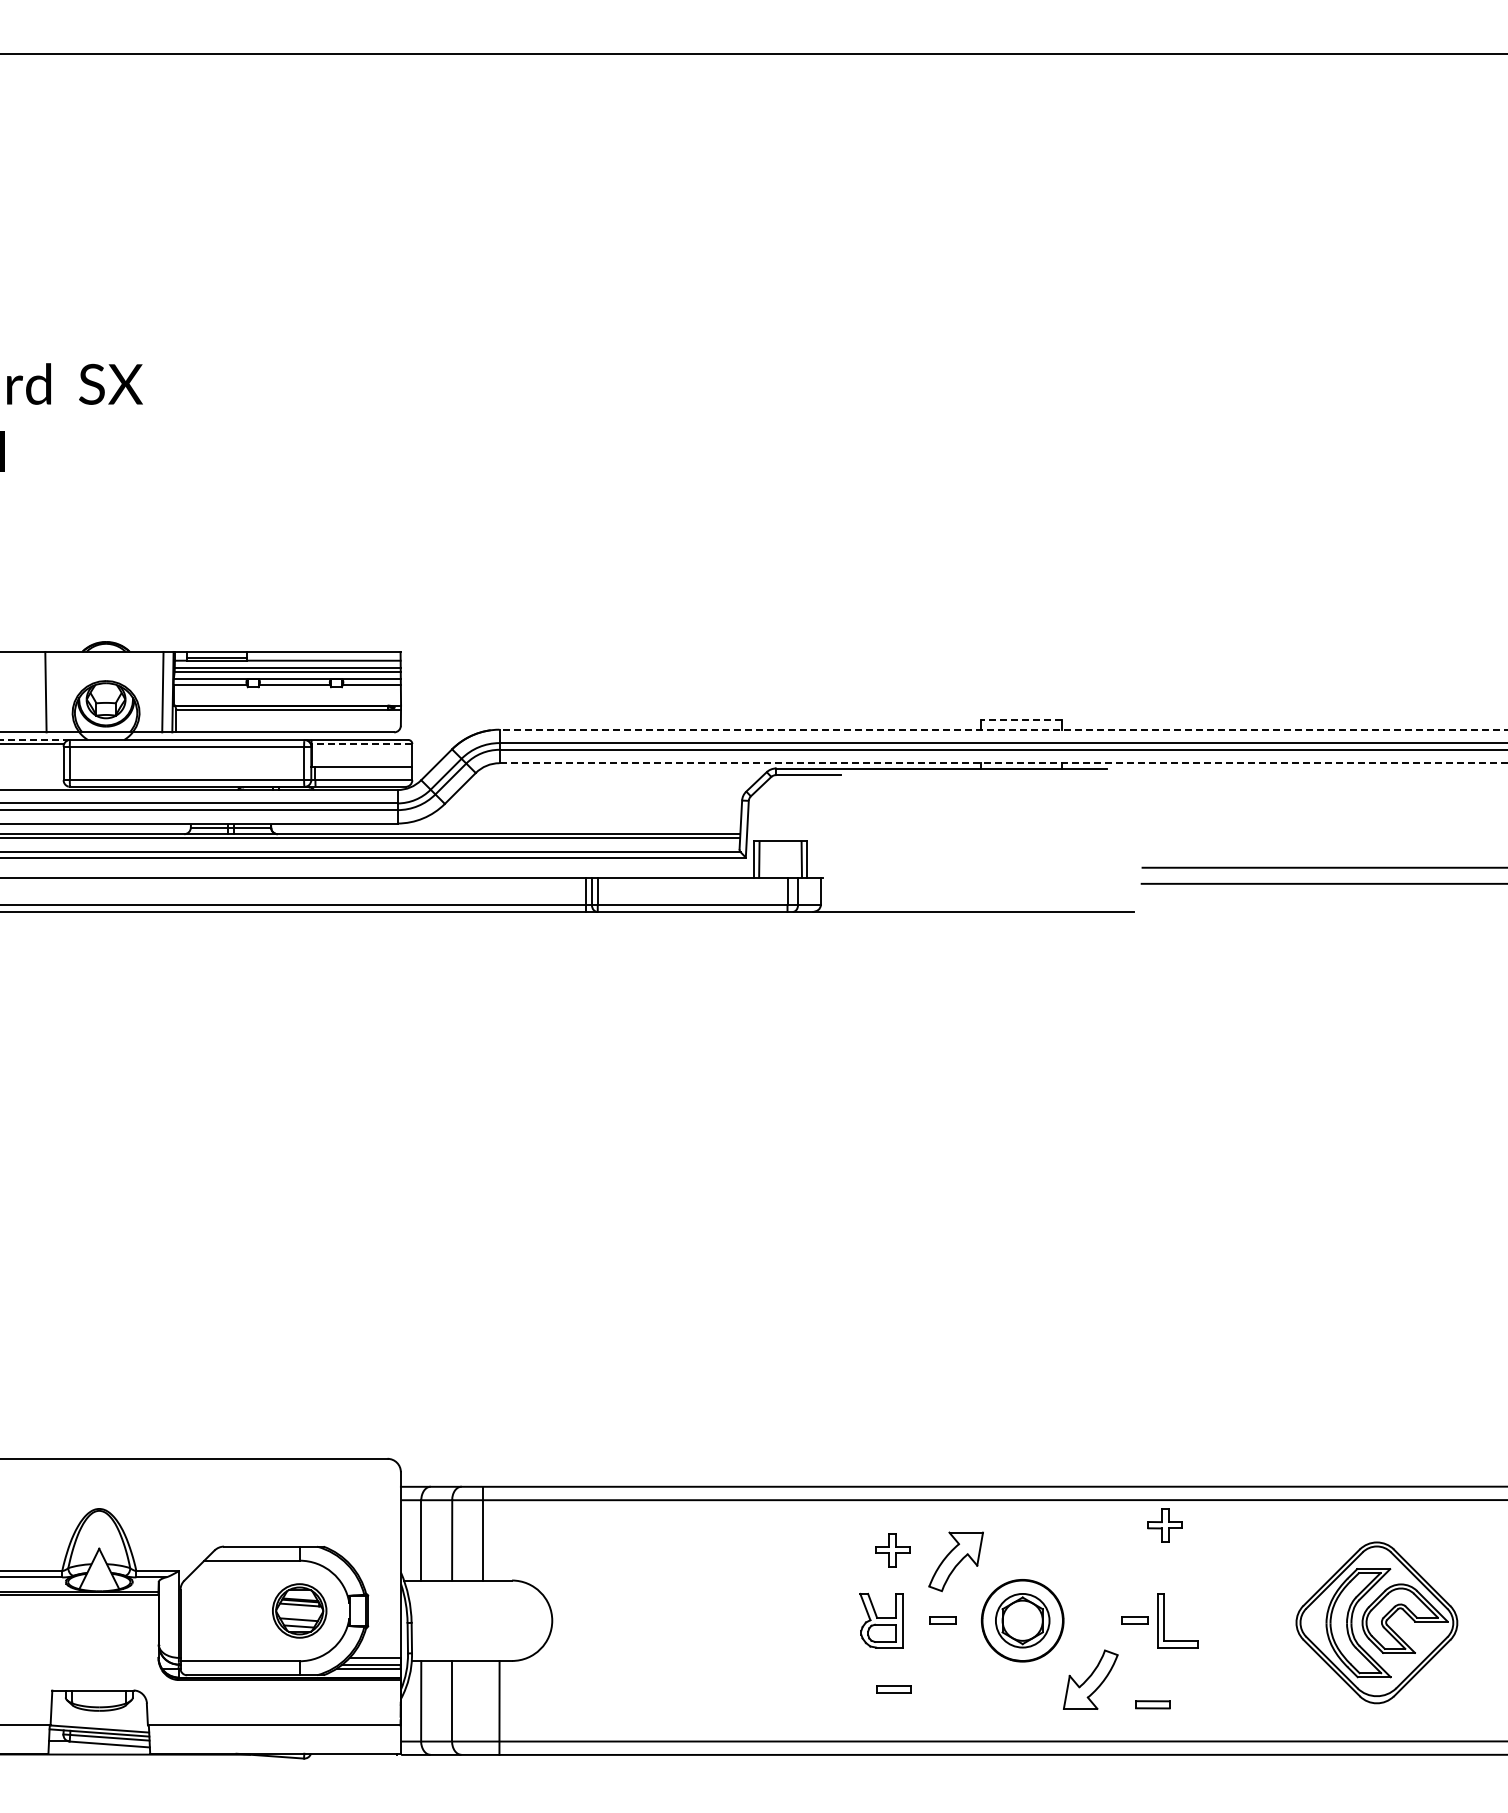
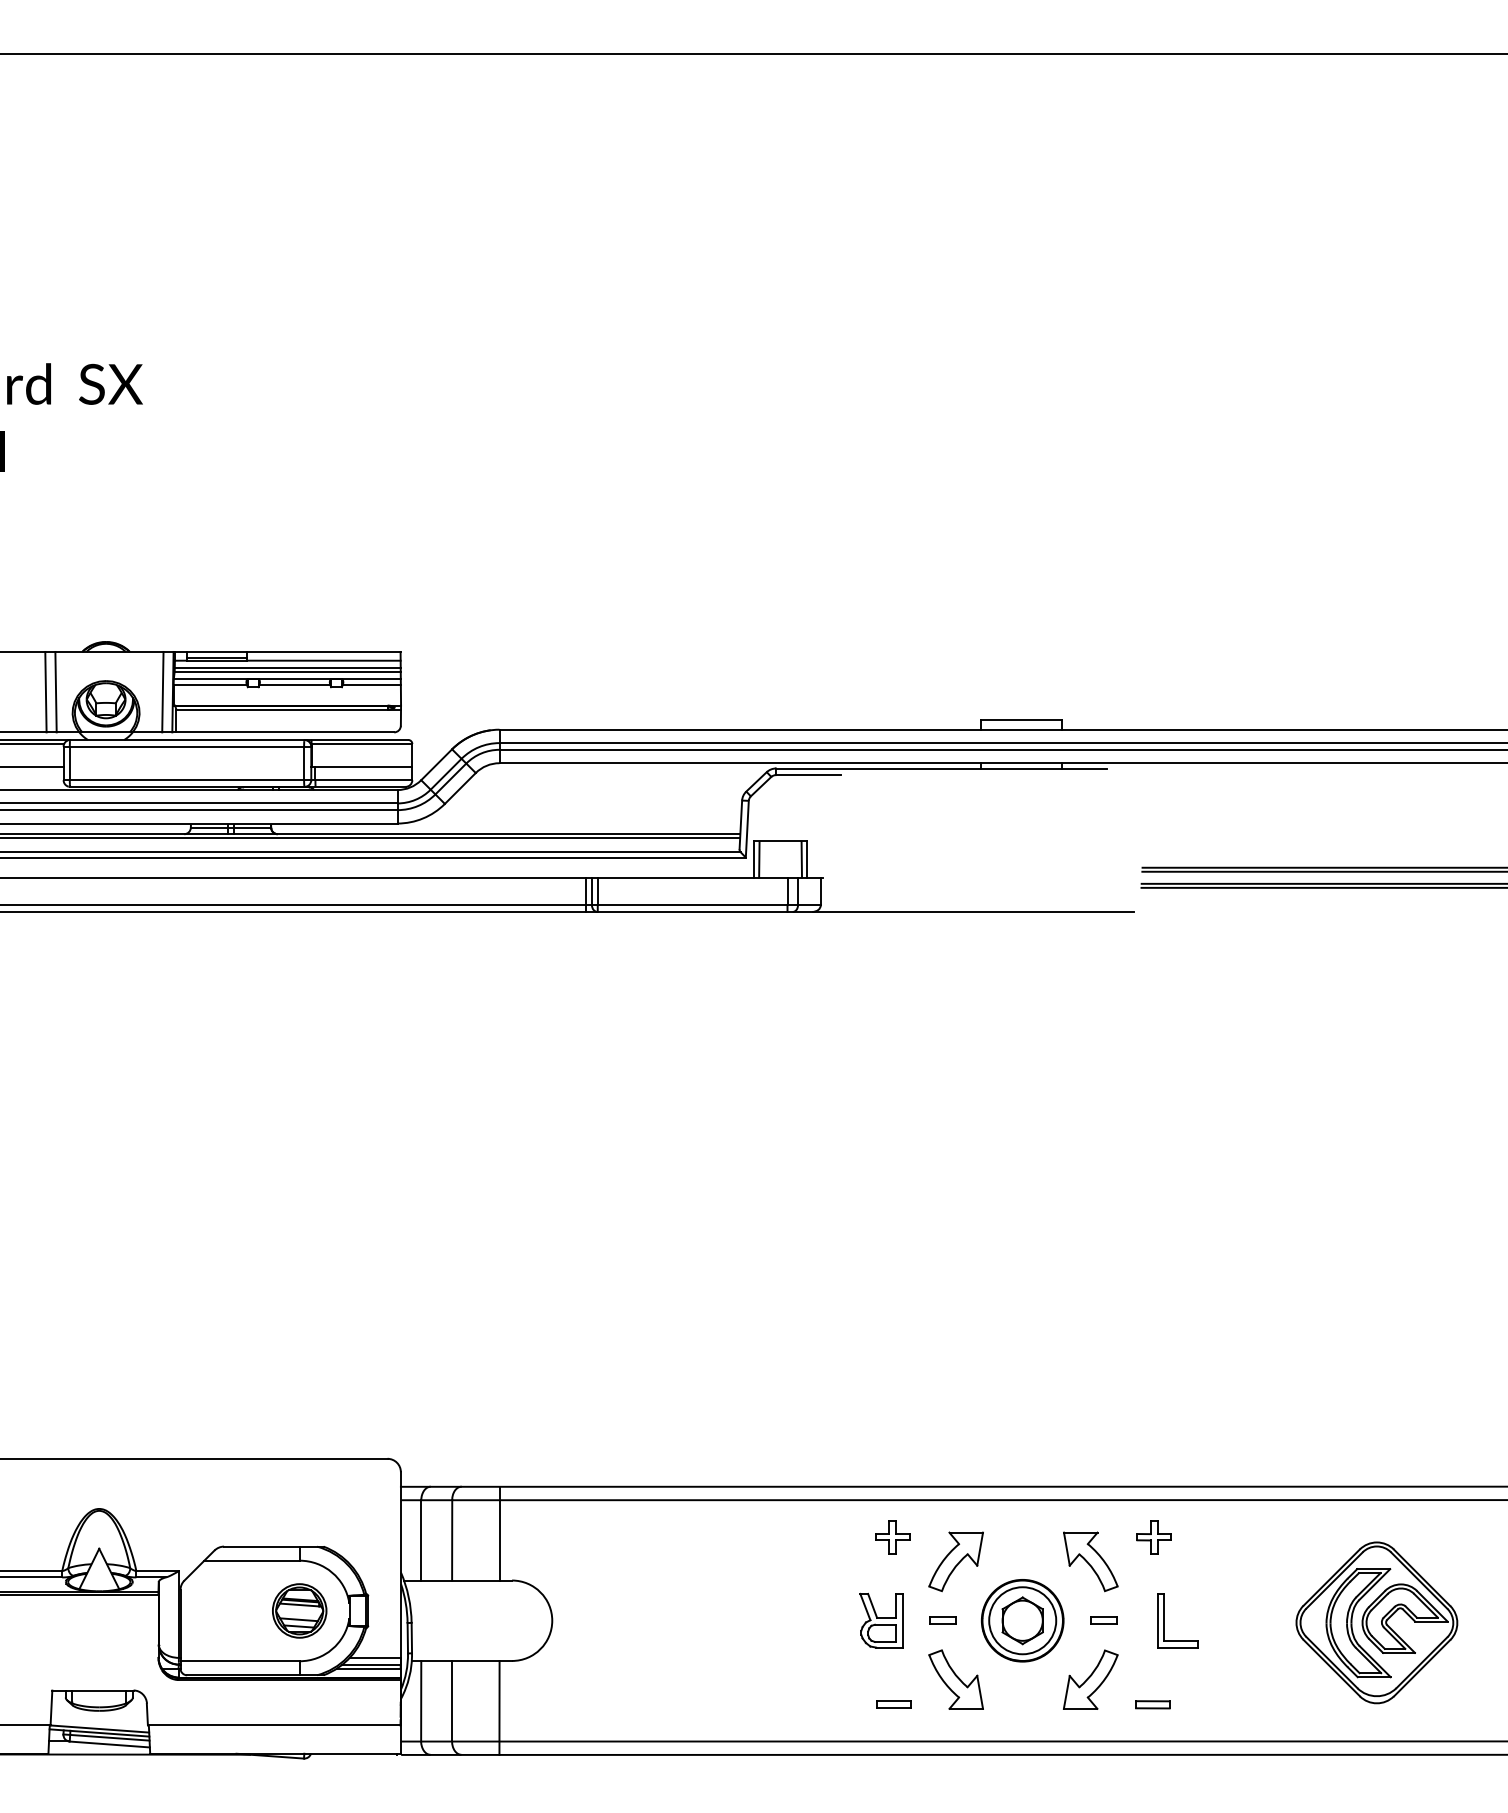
line at (55, 691): none -> present
line at (1020, 720): dashed -> solid
line at (1003, 729): dashed -> solid
line at (35, 739): dashed -> solid
line at (361, 744): dashed -> solid
line at (1004, 763): dashed -> solid
line at (32, 766): none -> present
line at (1323, 871): none -> present
line at (1322, 887): none -> present
part at (1164, 1525) position: (1164, 1525) -> (1153, 1537)
line at (482, 1533) position: (482, 1533) -> (499, 1533)
part at (892, 1550) position: (892, 1550) -> (892, 1537)
part at (1090, 1561): none -> present
circle at (1022, 1620) diameter: 54 px -> 67 px
part at (1134, 1620) position: (1134, 1620) -> (1103, 1620)
part at (955, 1679): none -> present
part at (893, 1689) position: (893, 1689) -> (893, 1704)
